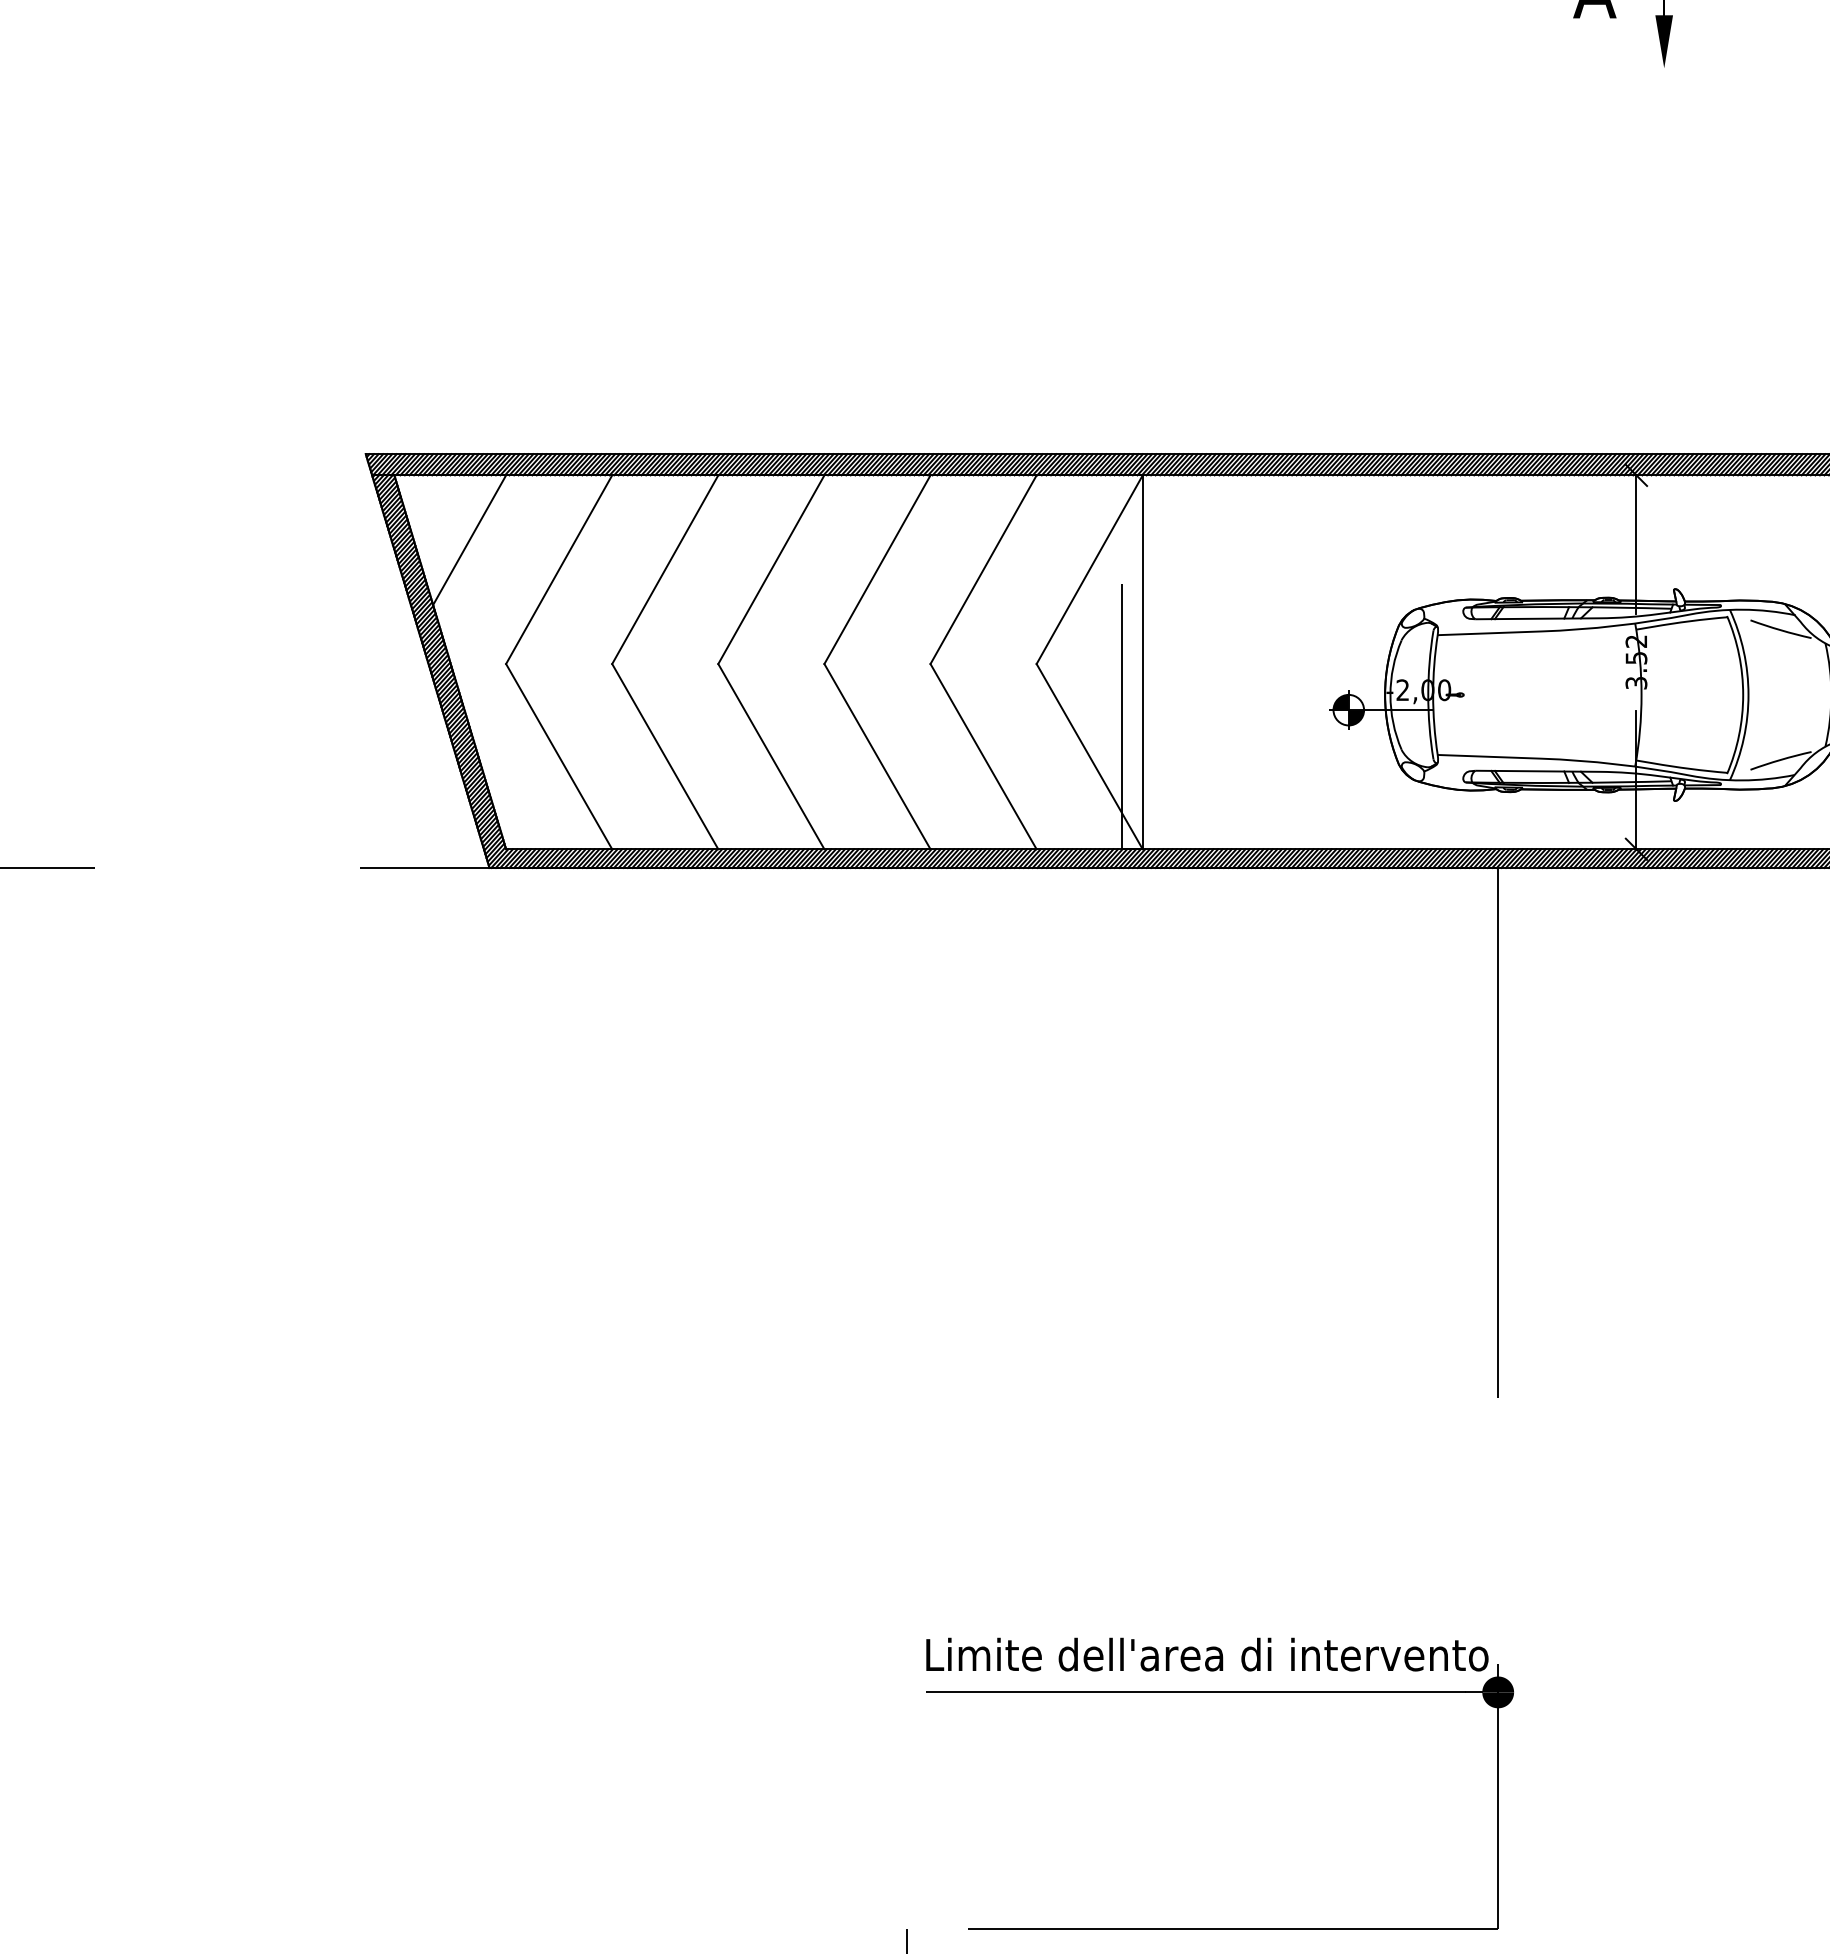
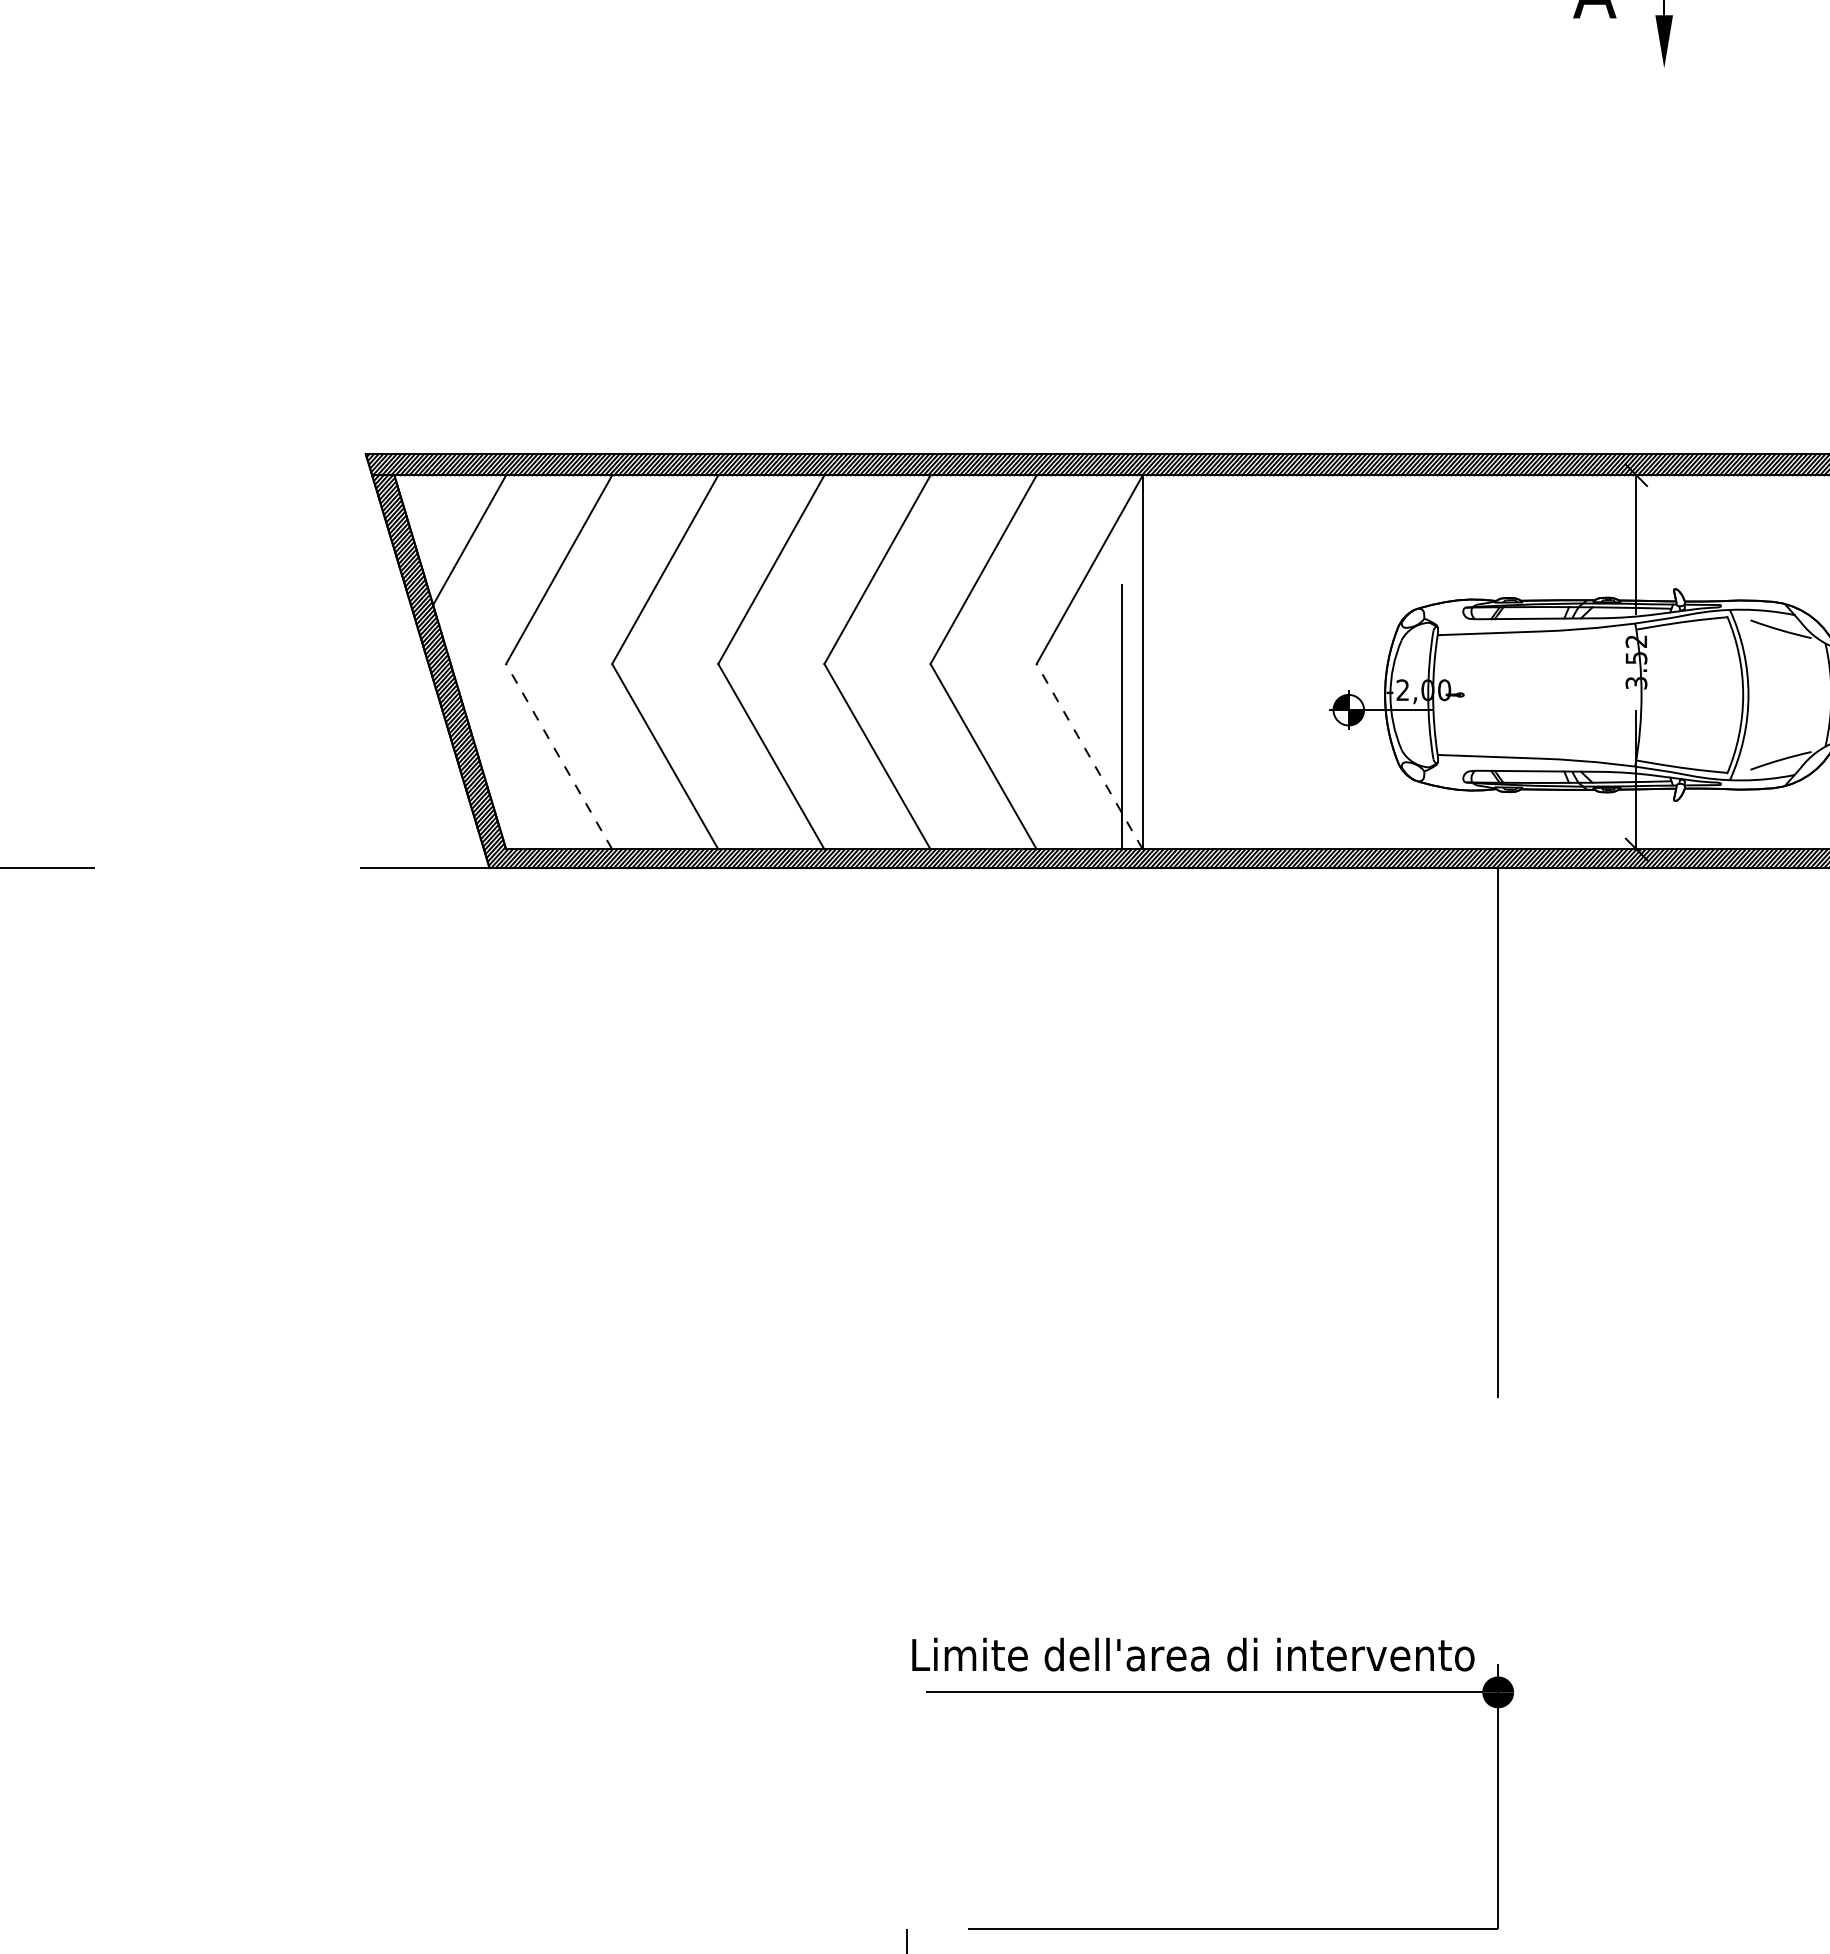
line at (559, 756): solid -> dashed
line at (1089, 756): solid -> dashed
text at (1207, 1654) position: (1207, 1654) -> (1193, 1654)
